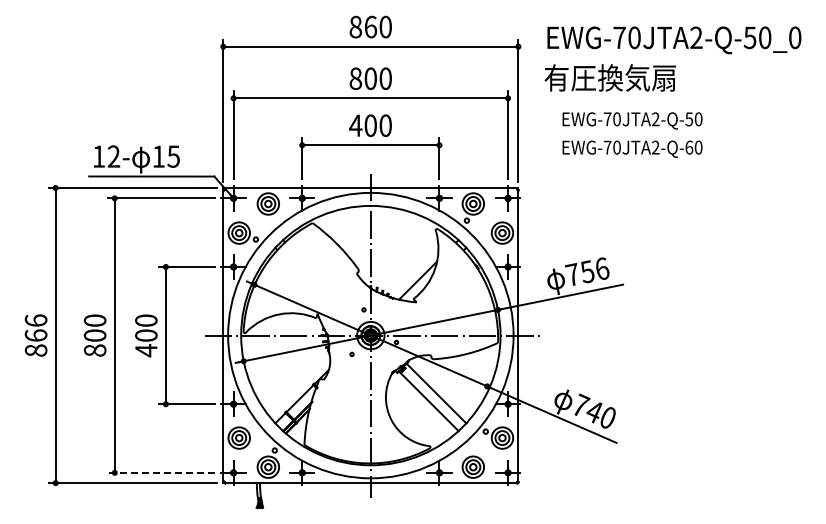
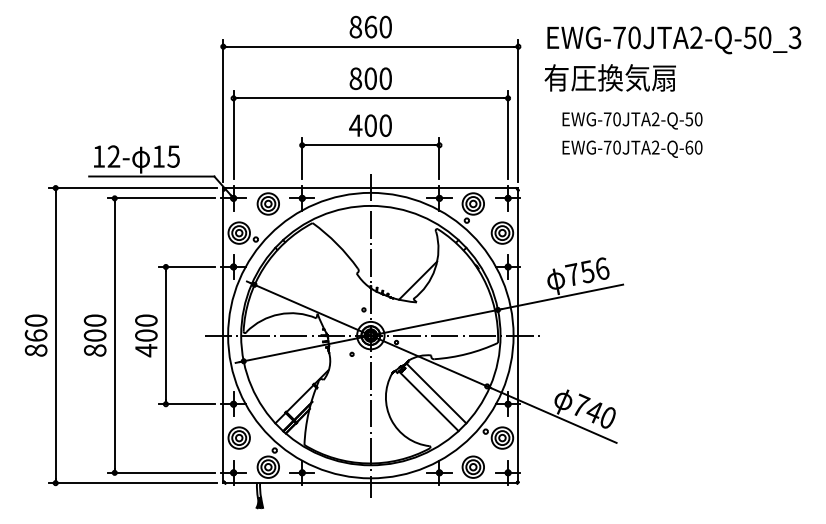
text at (794, 37): EWG-70JTA2-Q-50_0 -> EWG-70JTA2-Q-50_3
text at (35, 320): 866 -> 860
line at (160, 472): dashed -> solid
